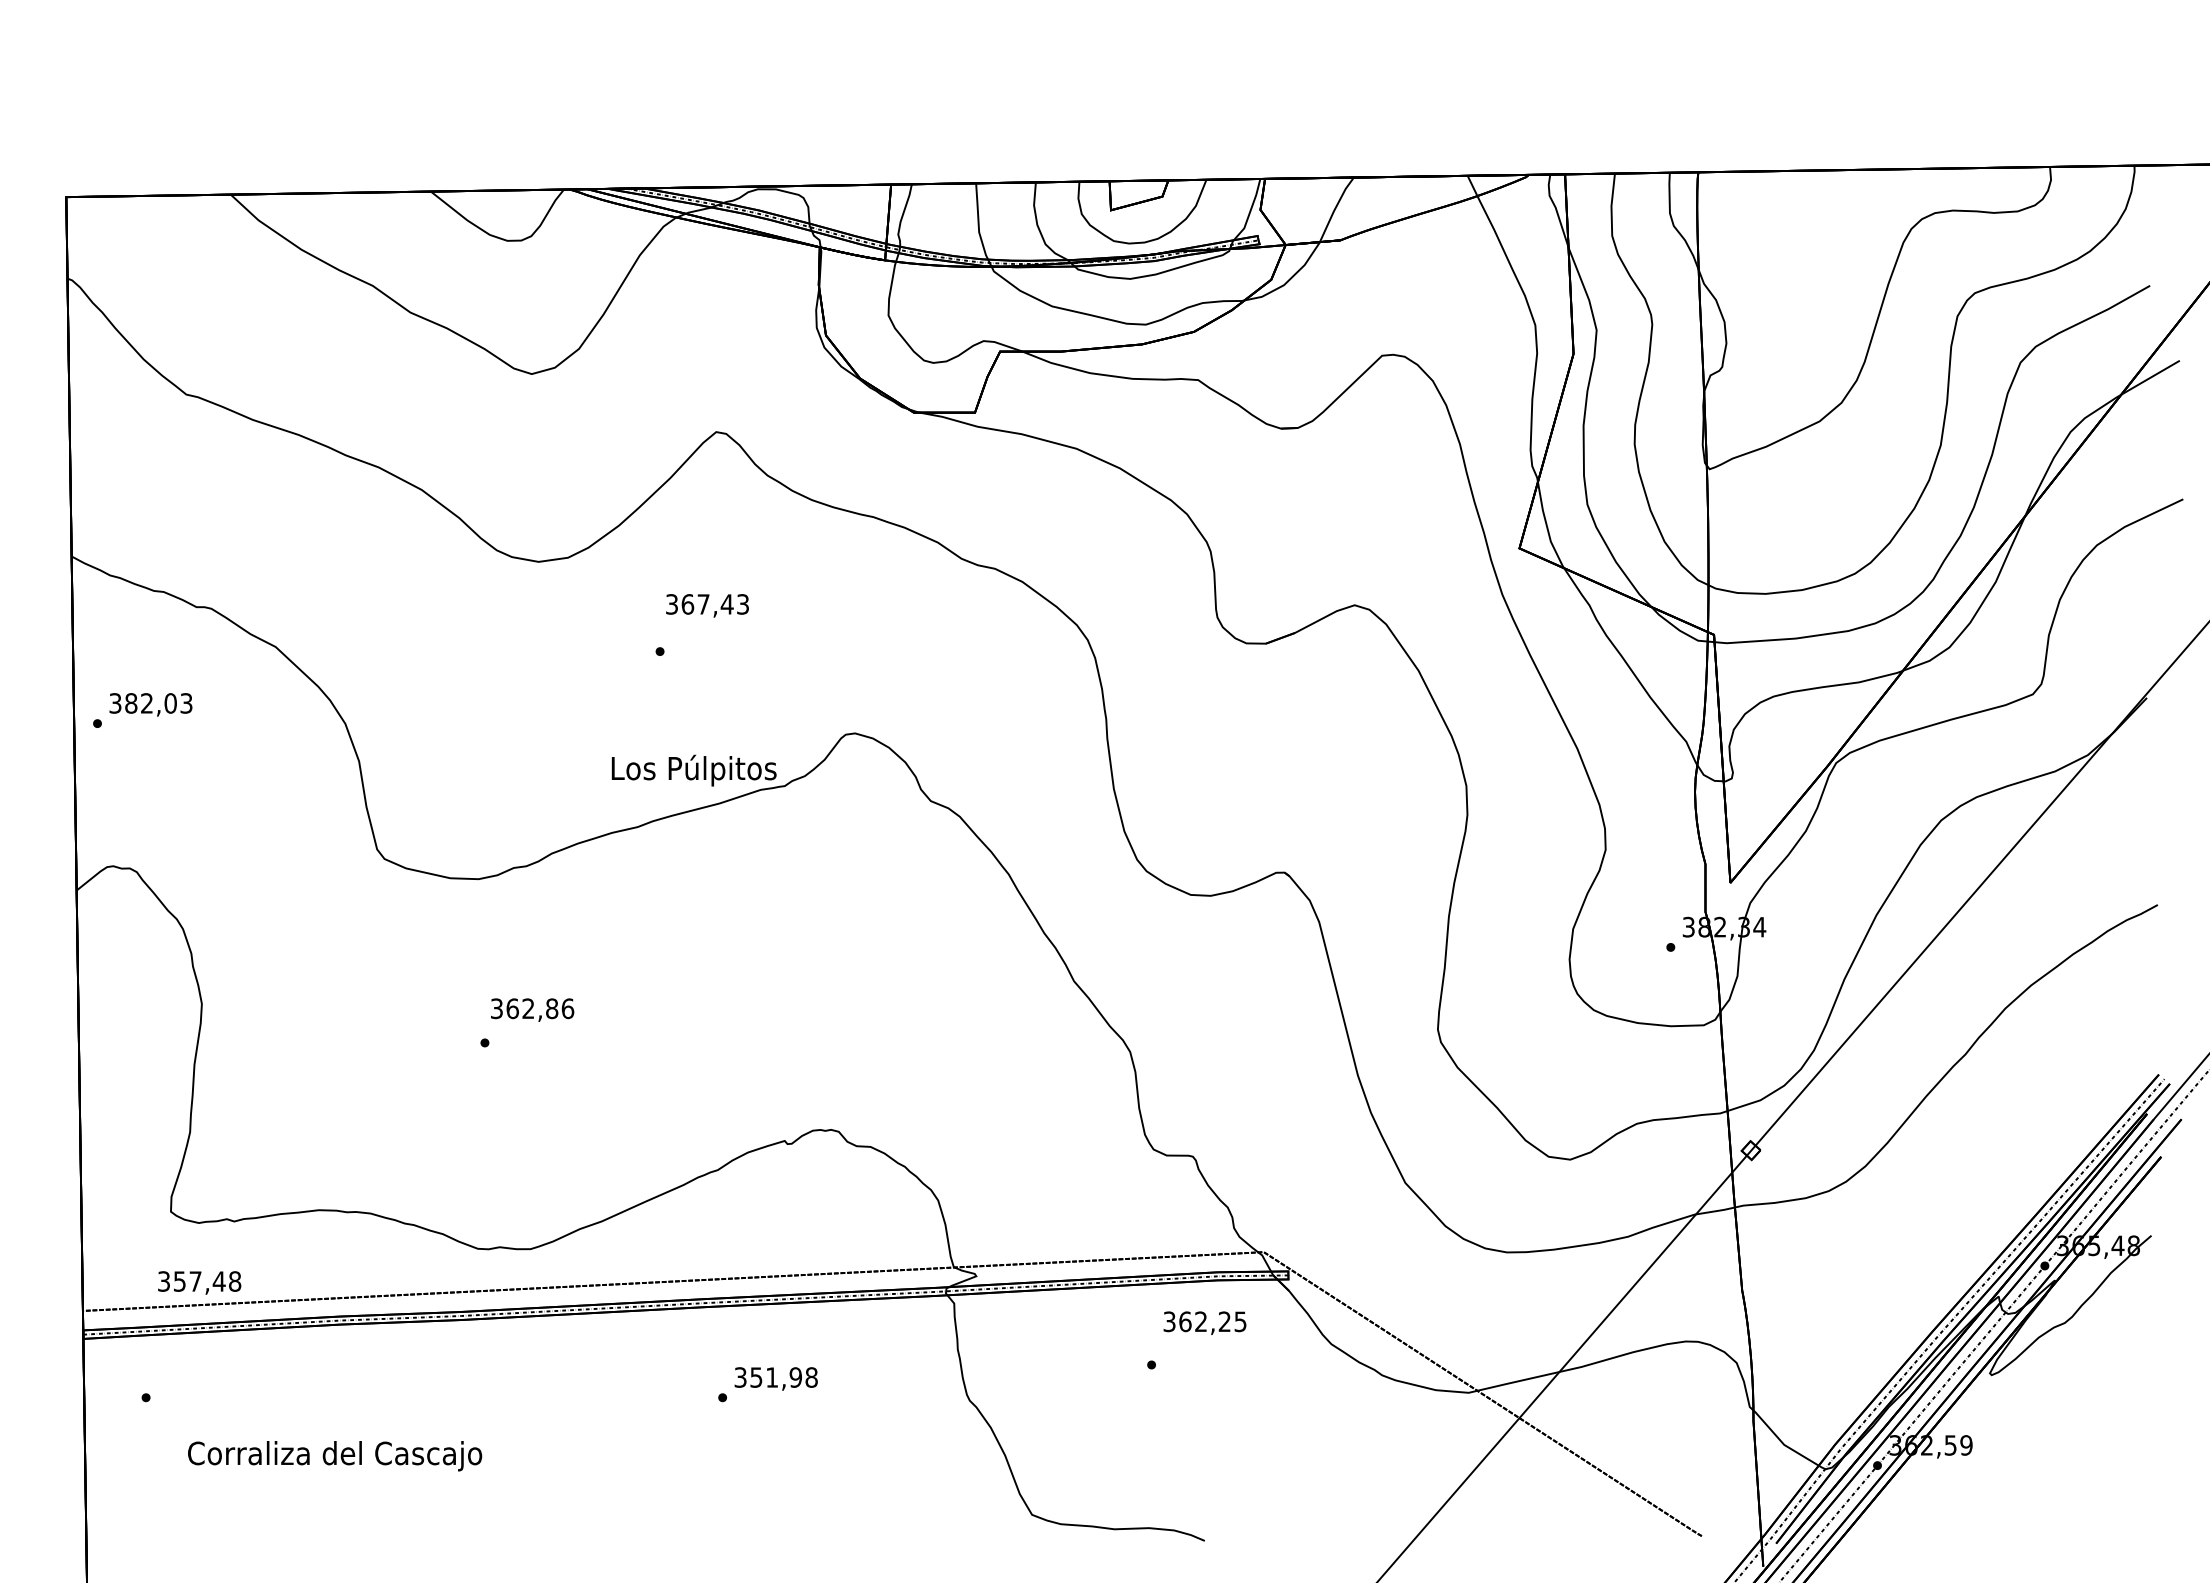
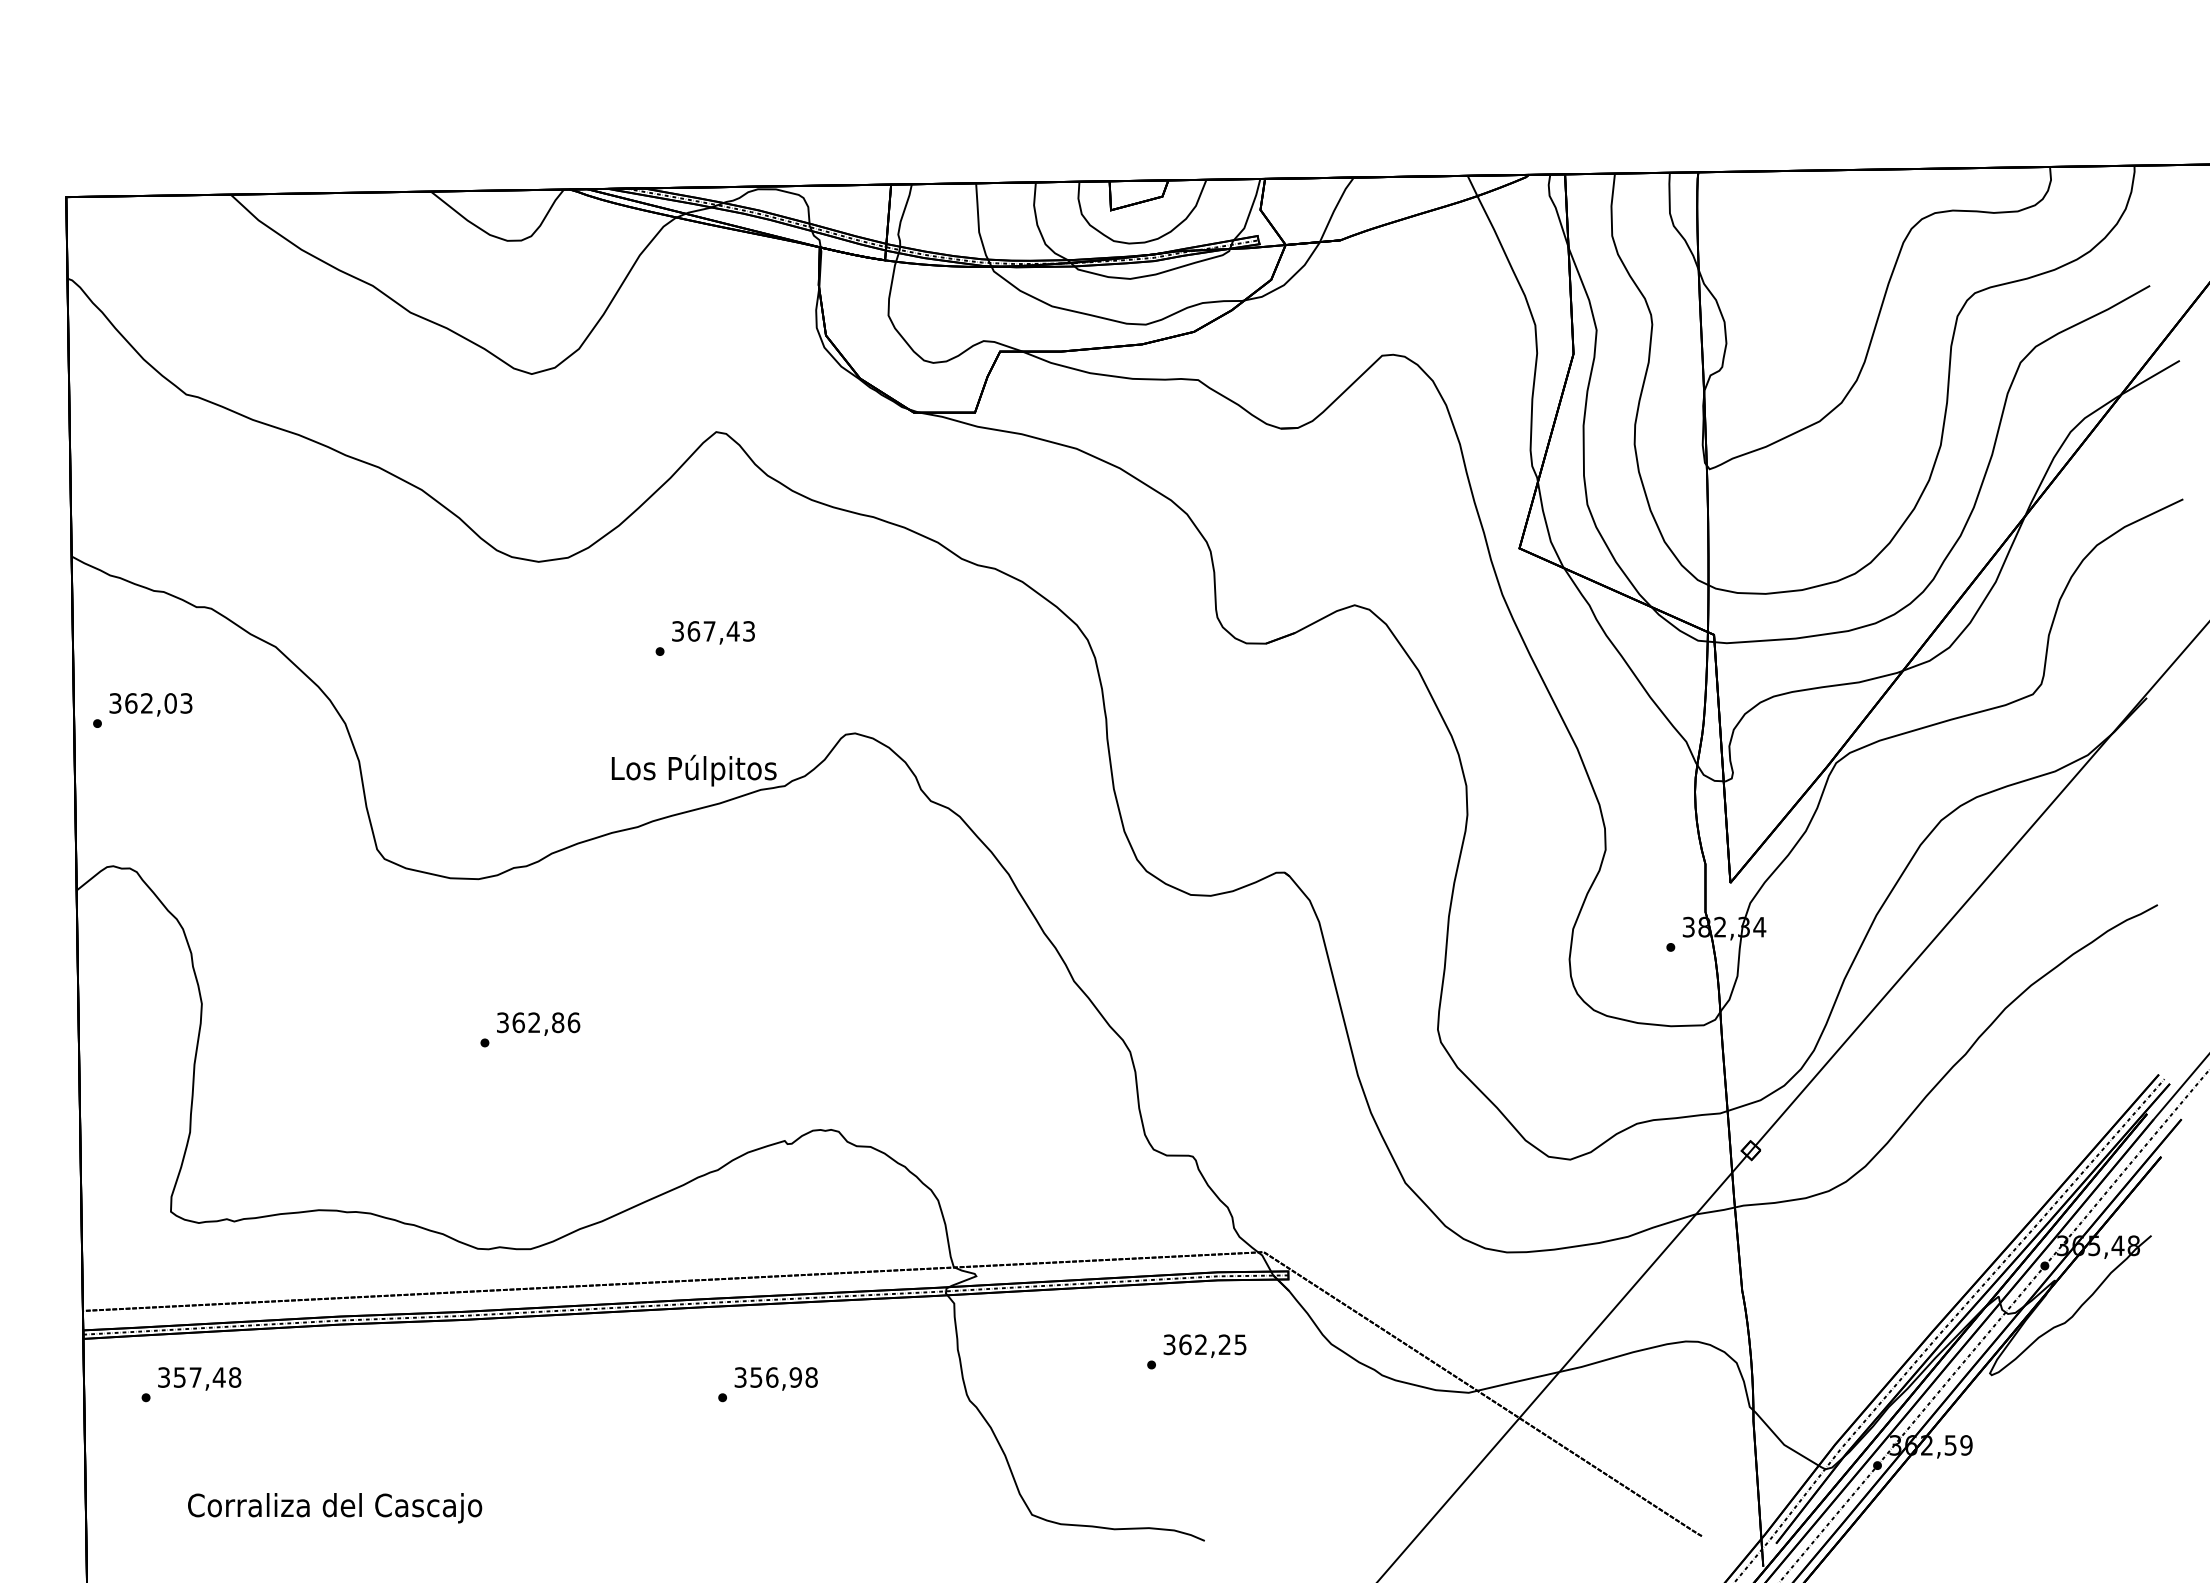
text at (707, 605) position: (707, 605) -> (713, 632)
text at (131, 703): 382,03 -> 362,03
text at (532, 1009) position: (532, 1009) -> (538, 1023)
text at (199, 1282) position: (199, 1282) -> (199, 1378)
text at (1204, 1322) position: (1204, 1322) -> (1204, 1345)
text at (772, 1377): 351,98 -> 356,98
text at (335, 1456) position: (335, 1456) -> (335, 1508)
